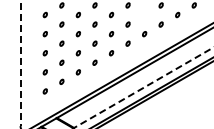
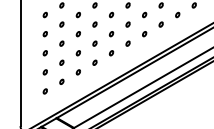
part at (144, 14): none -> present
line at (20, 63): dashed -> solid
line at (143, 88): dashed -> solid
